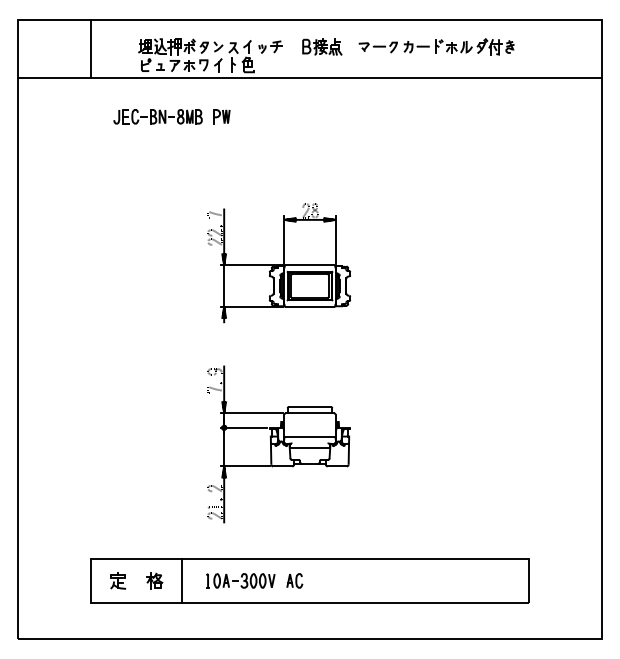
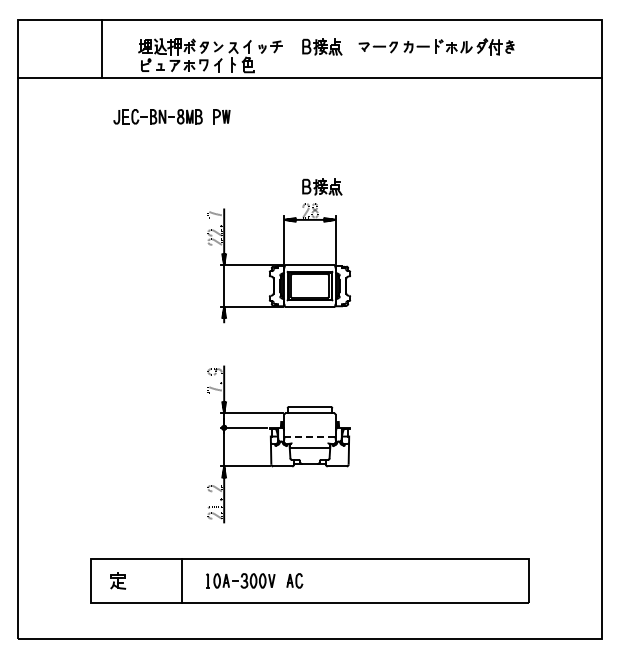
line at (91, 48) position: (91, 48) -> (102, 48)
part at (322, 186): none -> present
line at (310, 436): solid -> dashed
part at (154, 580): present -> none
